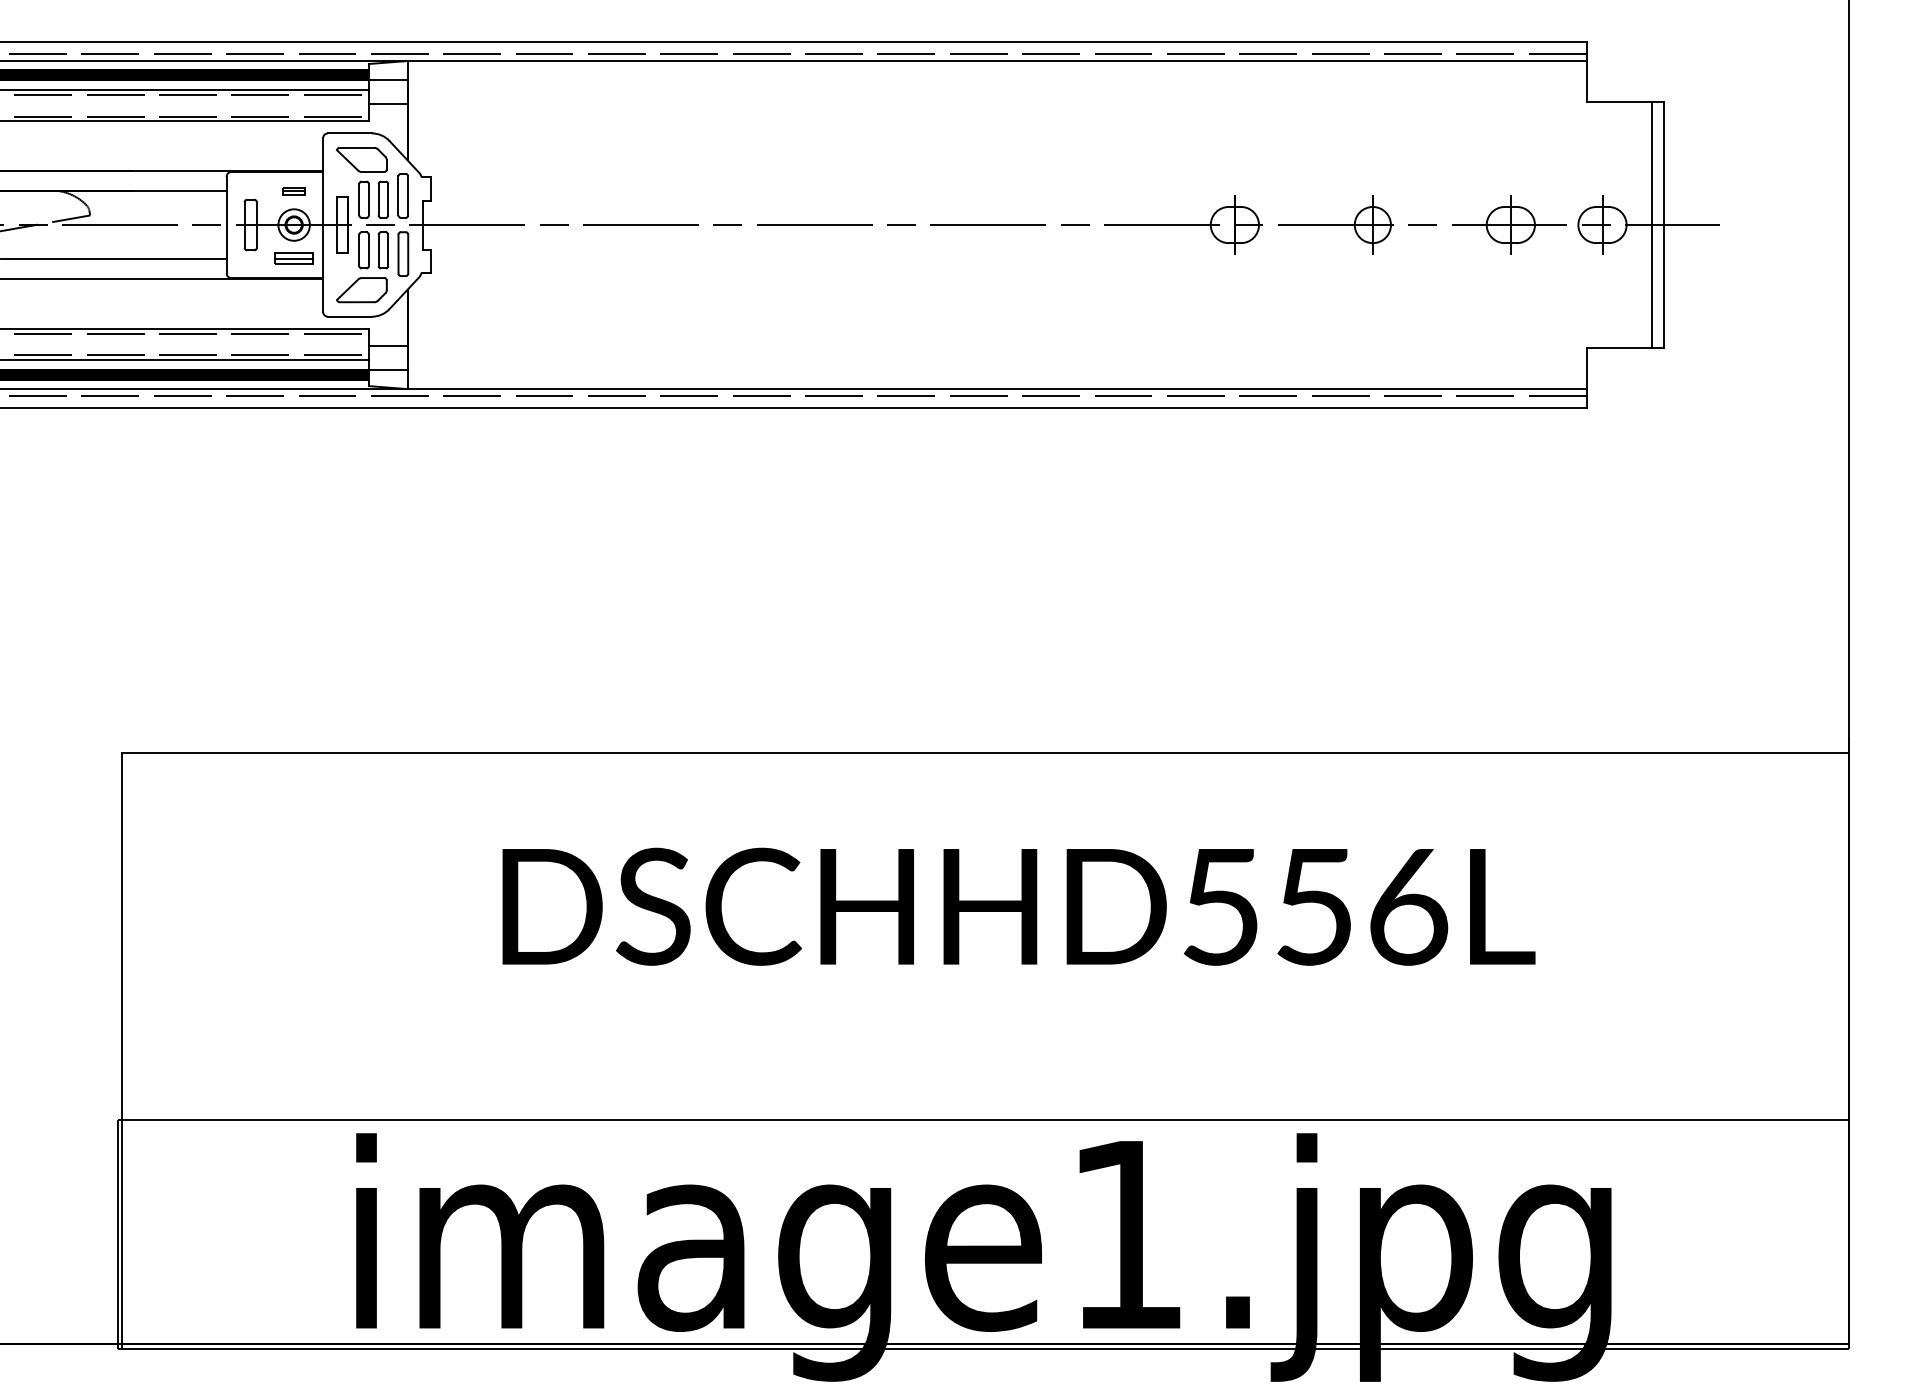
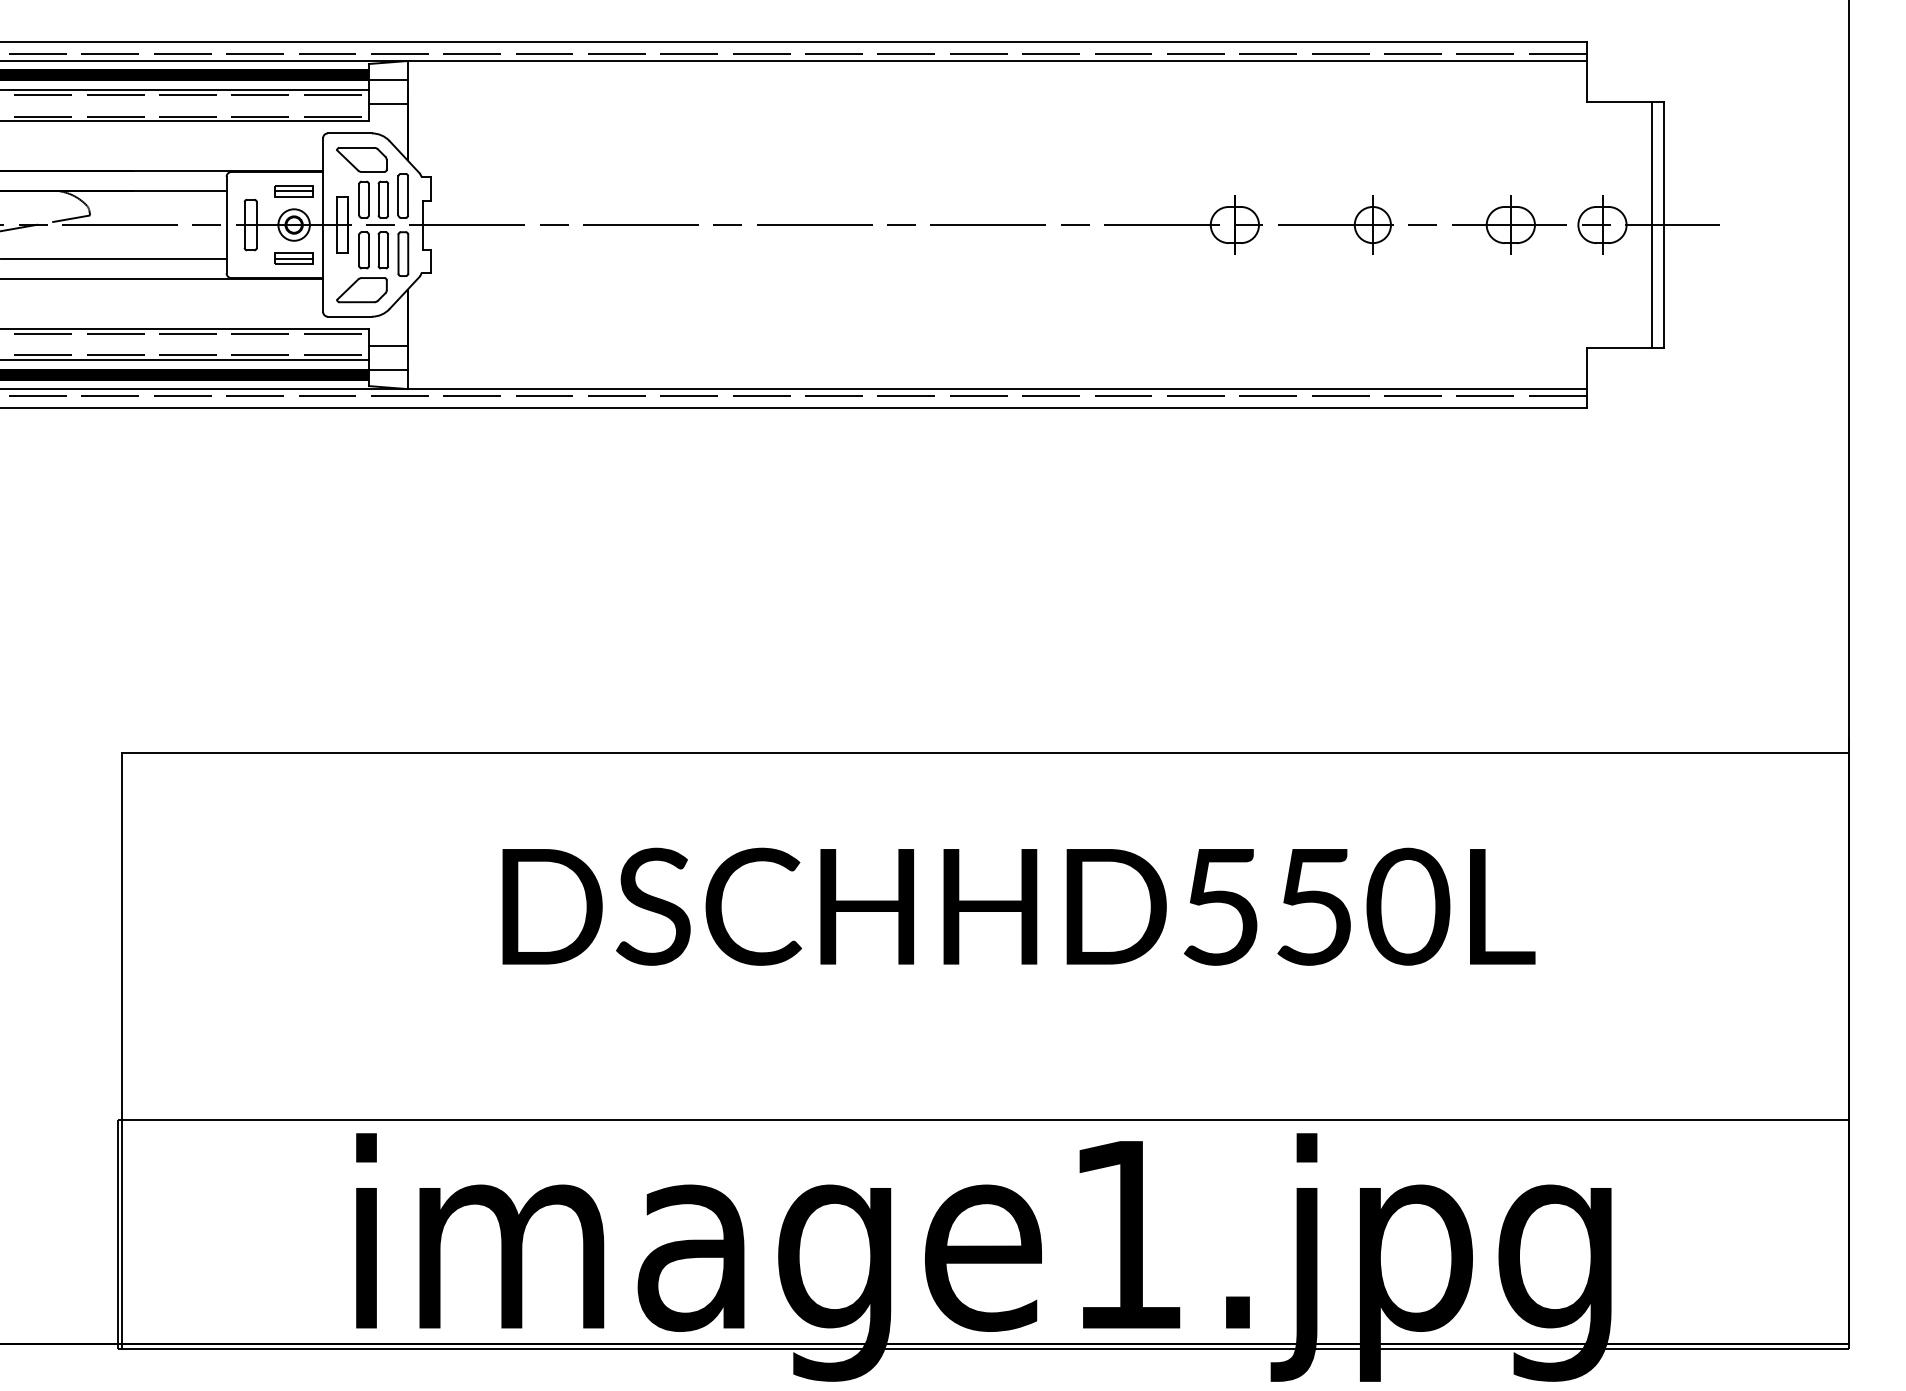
part at (293, 191) size: 24x9 px -> 40x13 px
text at (1408, 906): DSCHHD556L -> DSCHHD550L
